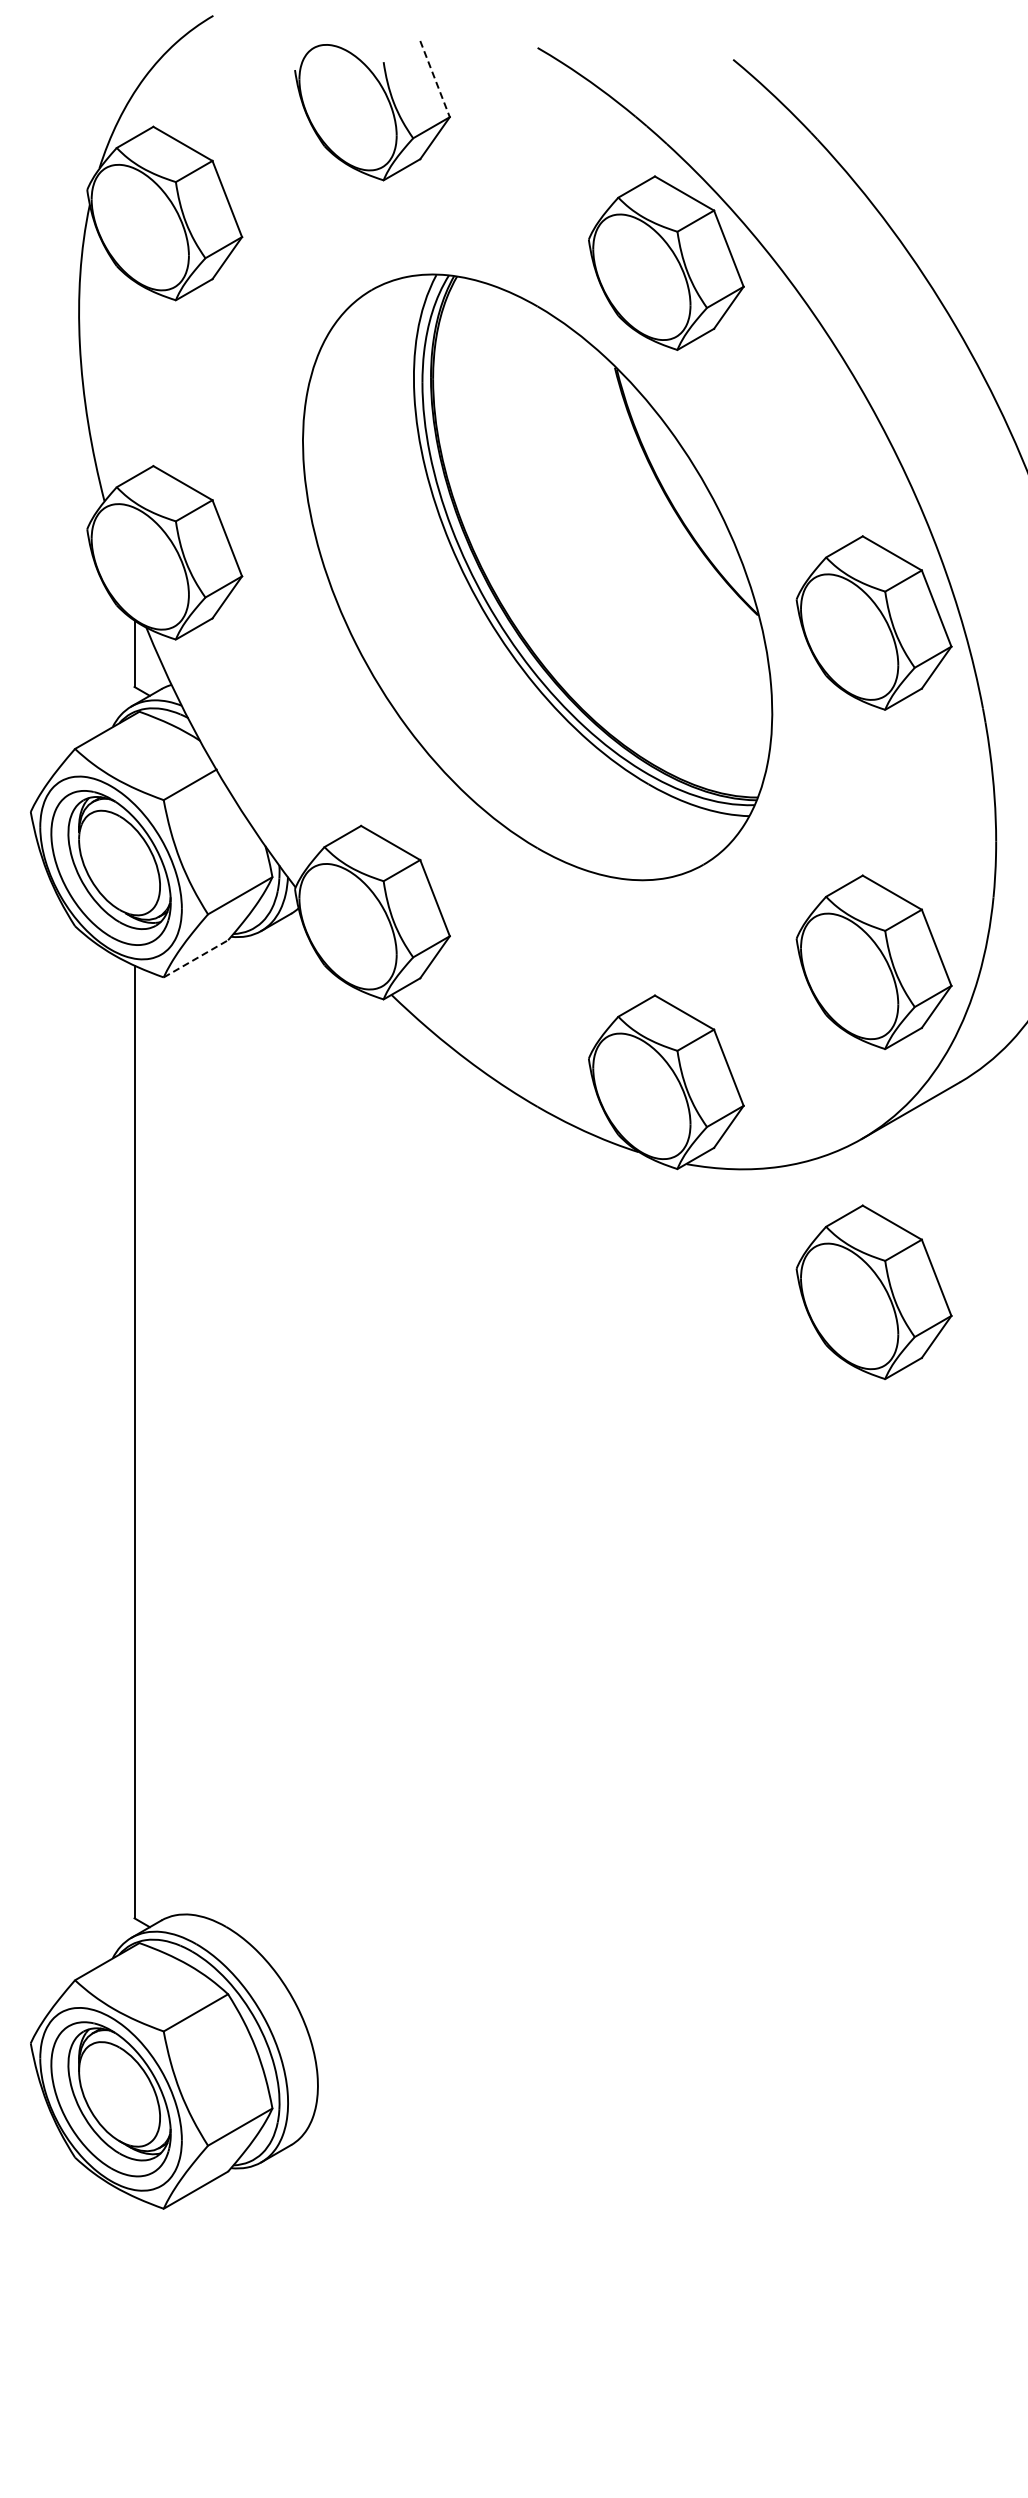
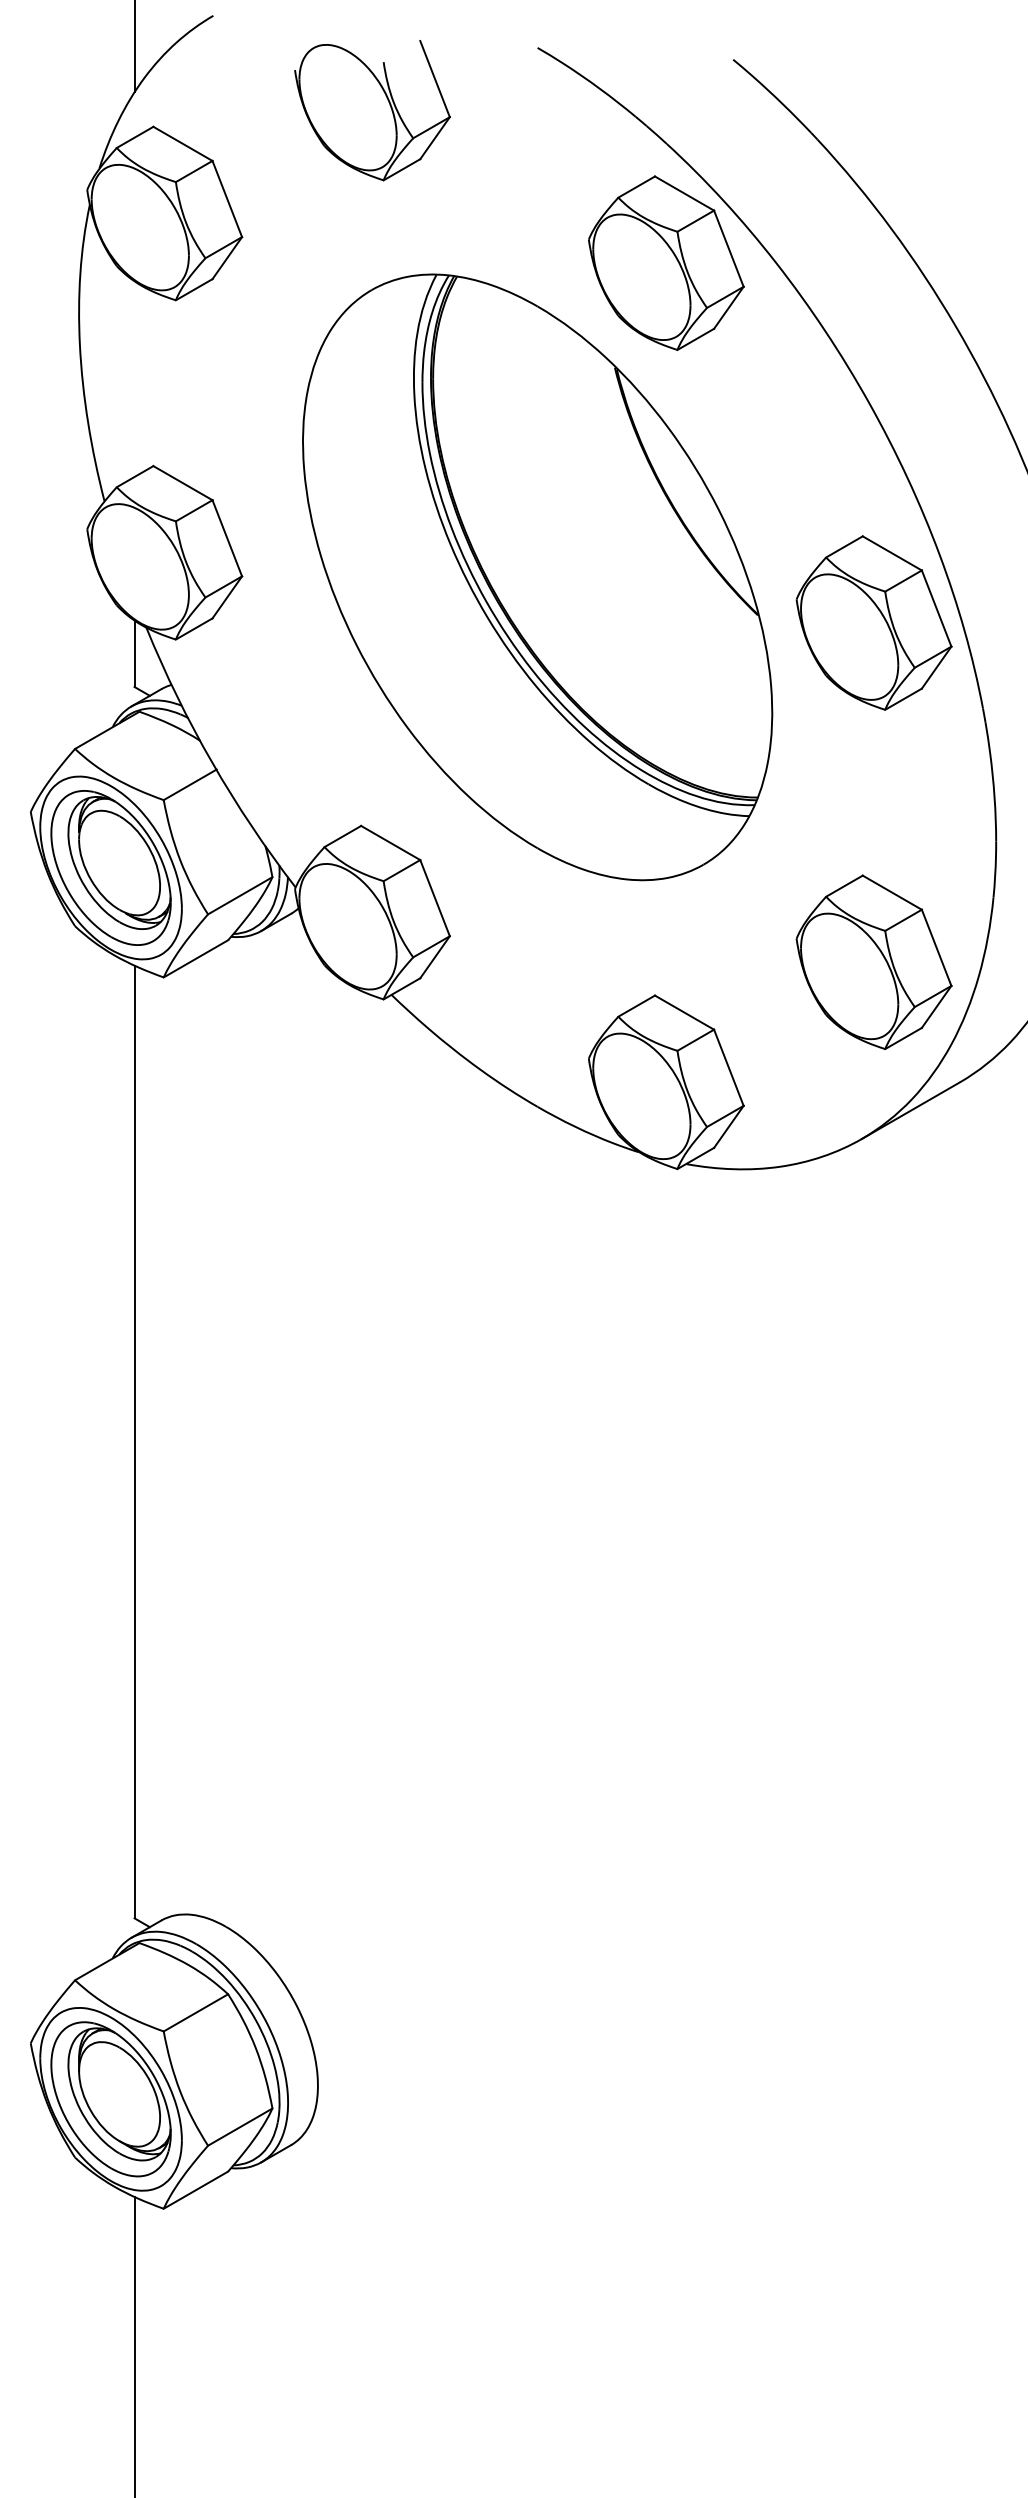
line at (134, 47): none -> present
line at (435, 79): dashed -> solid
line at (196, 958): dashed -> solid
part at (873, 1291): present -> none
line at (134, 2345): none -> present
